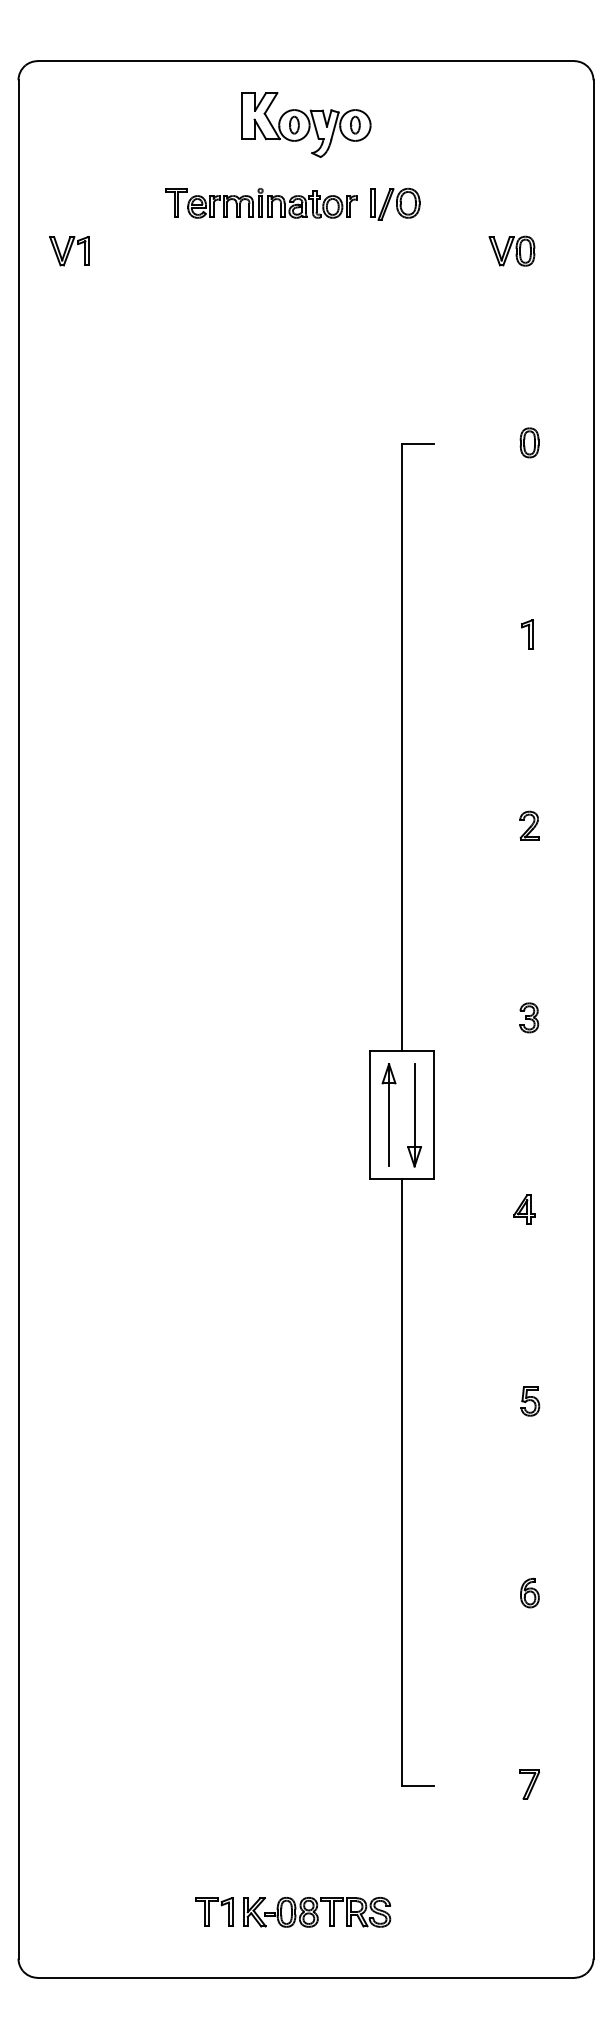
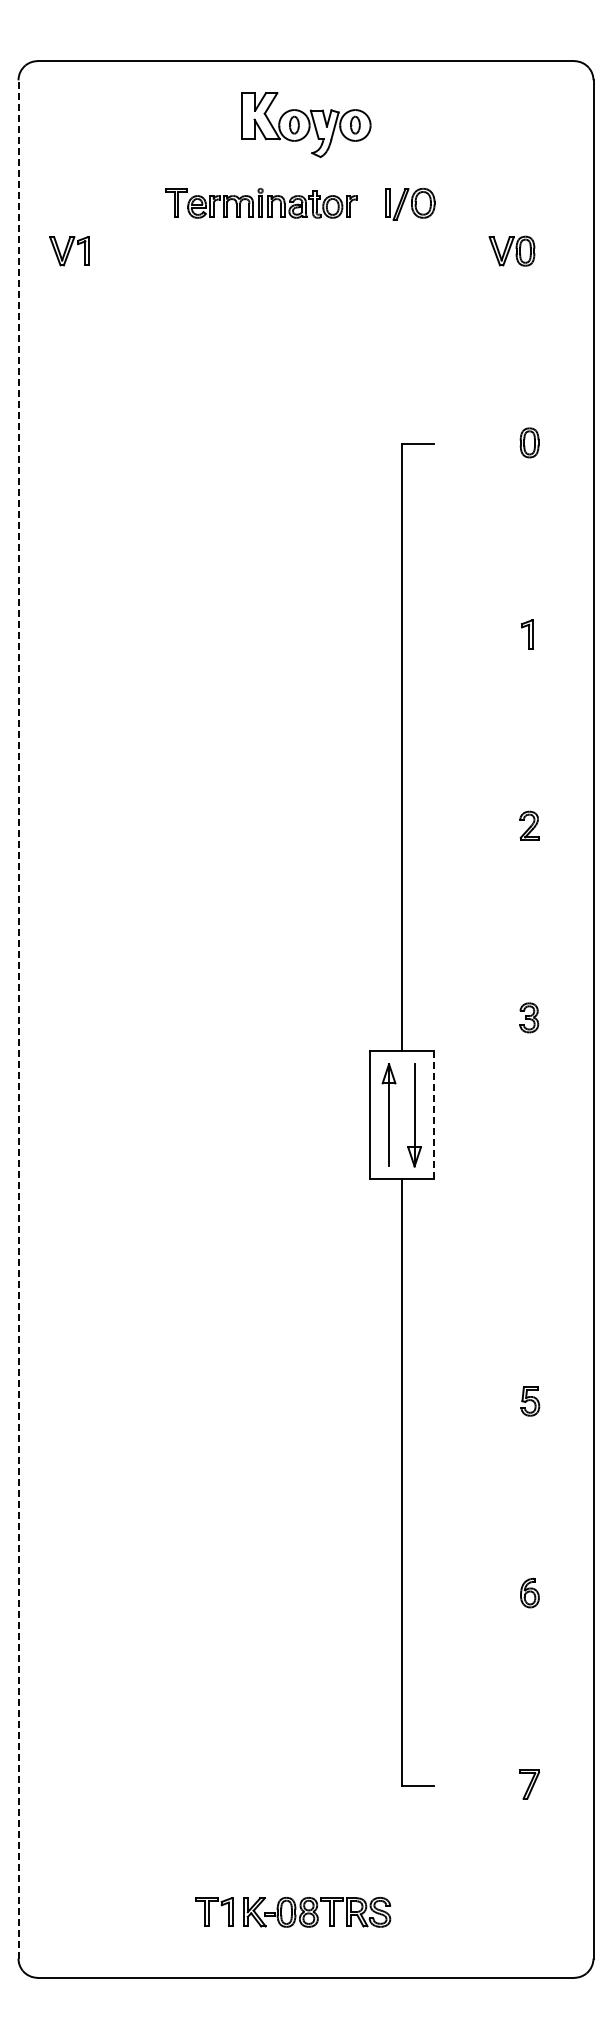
part at (395, 203) position: (395, 203) -> (410, 203)
line at (18, 1018): solid -> dashed
line at (433, 1115): solid -> dashed
part at (524, 1209): present -> none
